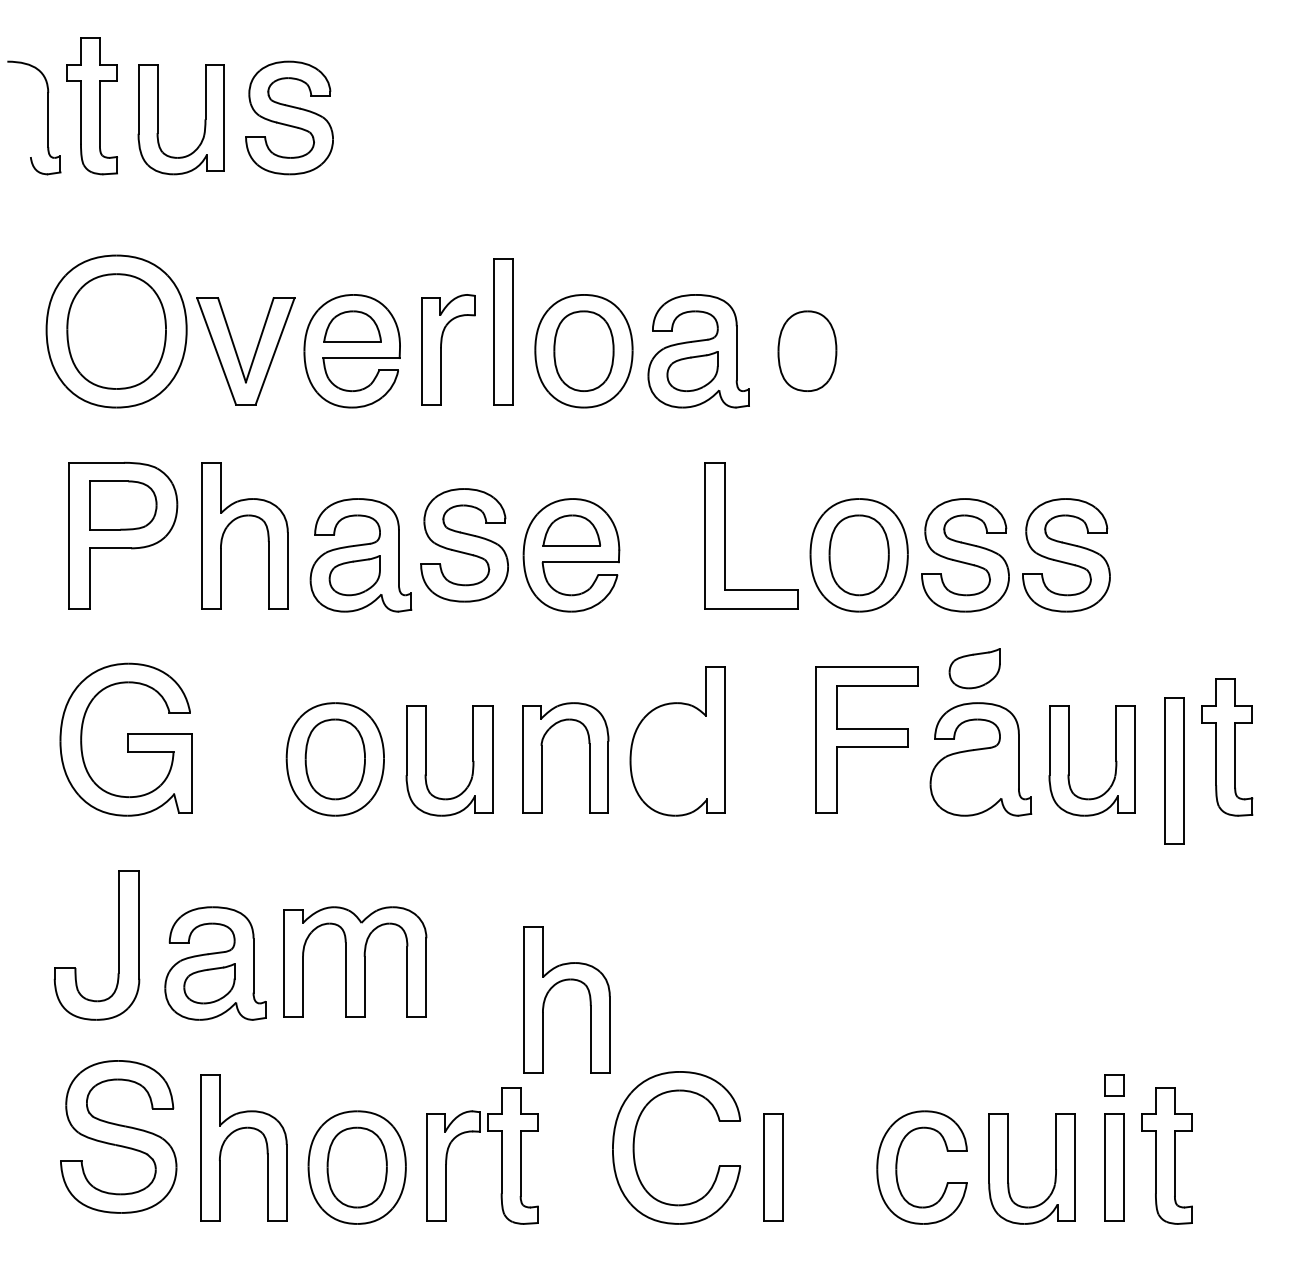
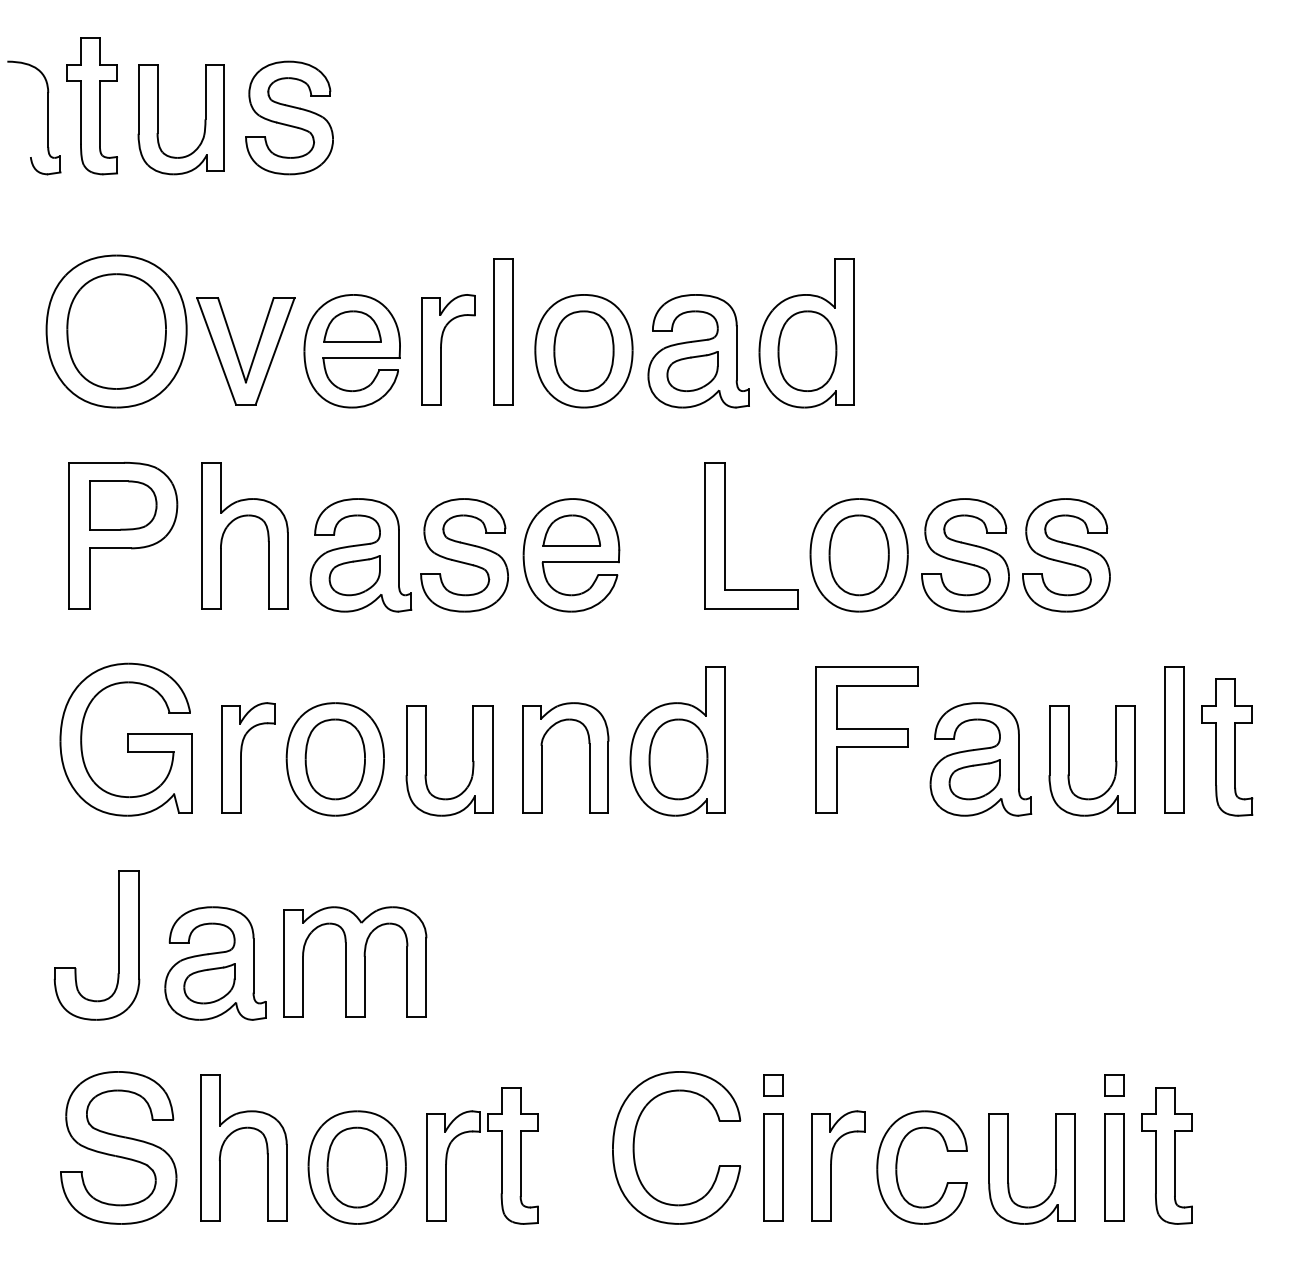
part at (806, 333): none -> present
part at (464, 545) position: (464, 545) -> (464, 555)
part at (974, 668) position: (974, 668) -> (974, 779)
part at (241, 757): none -> present
part at (678, 759): none -> present
part at (1174, 770) position: (1174, 770) -> (1174, 739)
part at (557, 984): present -> none
part at (773, 1085): none -> present
part at (118, 1136) position: (118, 1136) -> (118, 1147)
part at (831, 1165): none -> present
